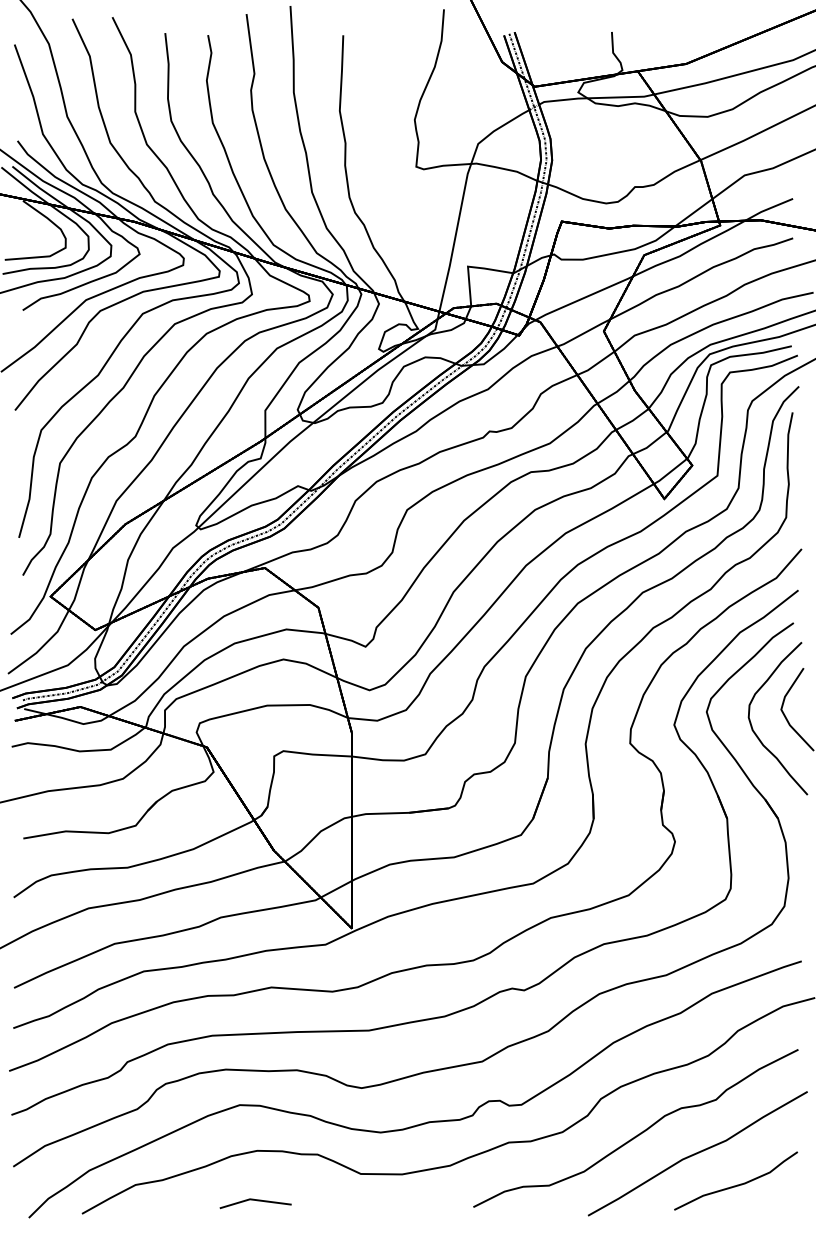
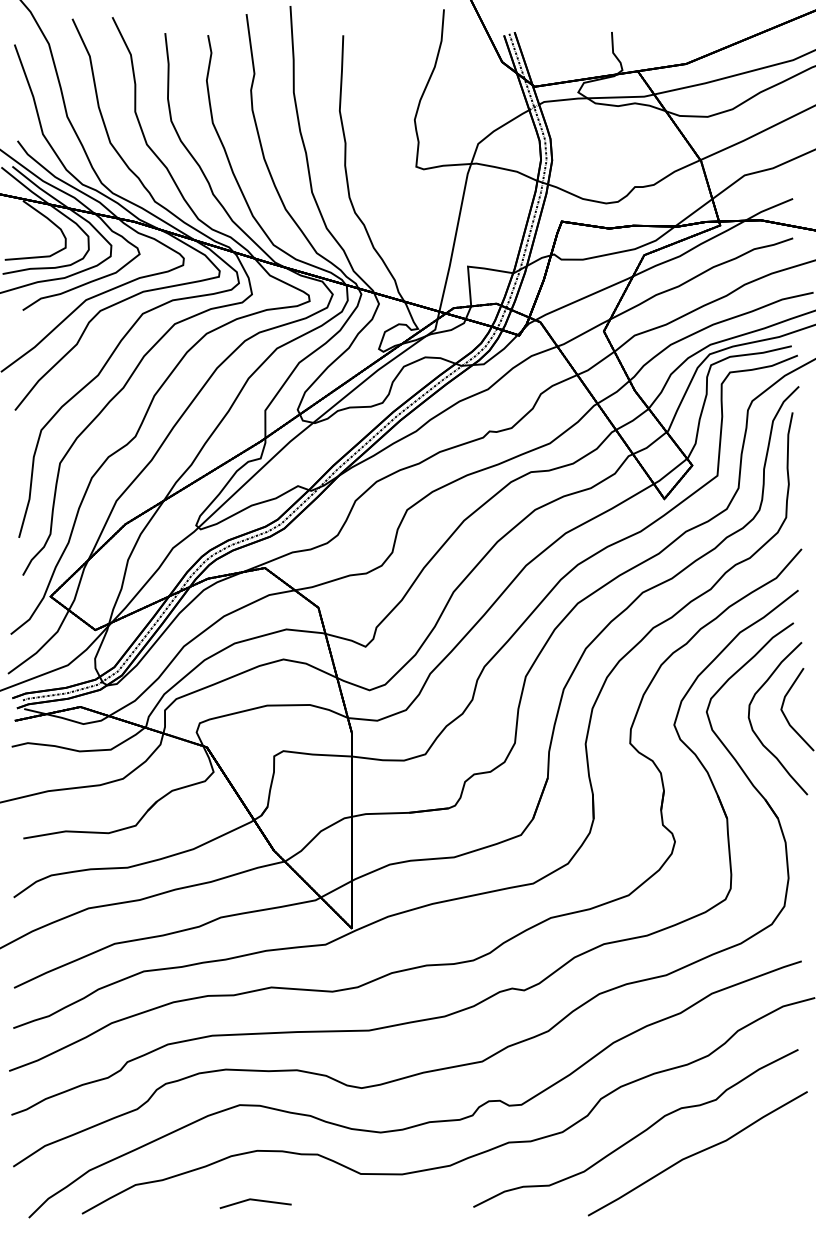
part at (735, 1180): present -> none
